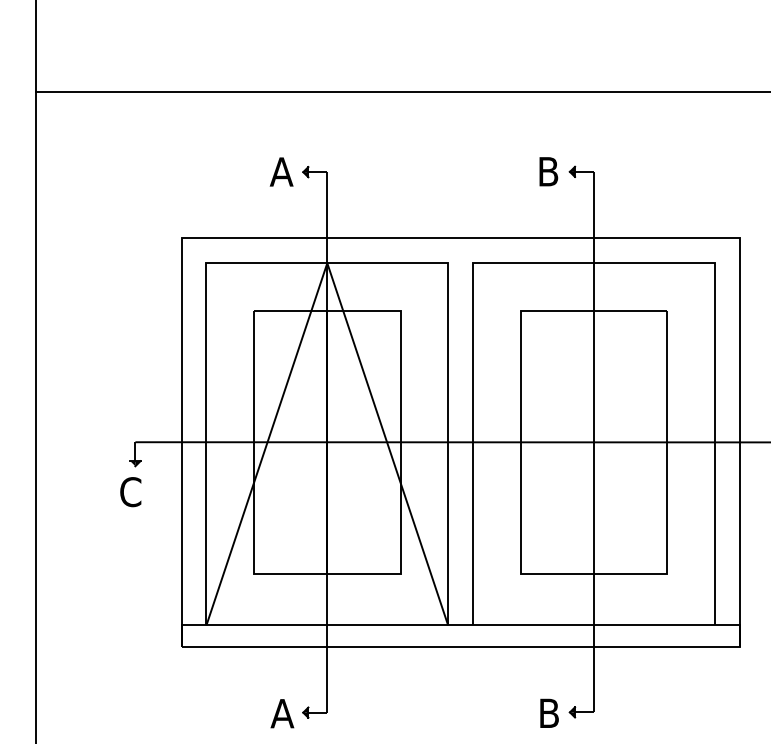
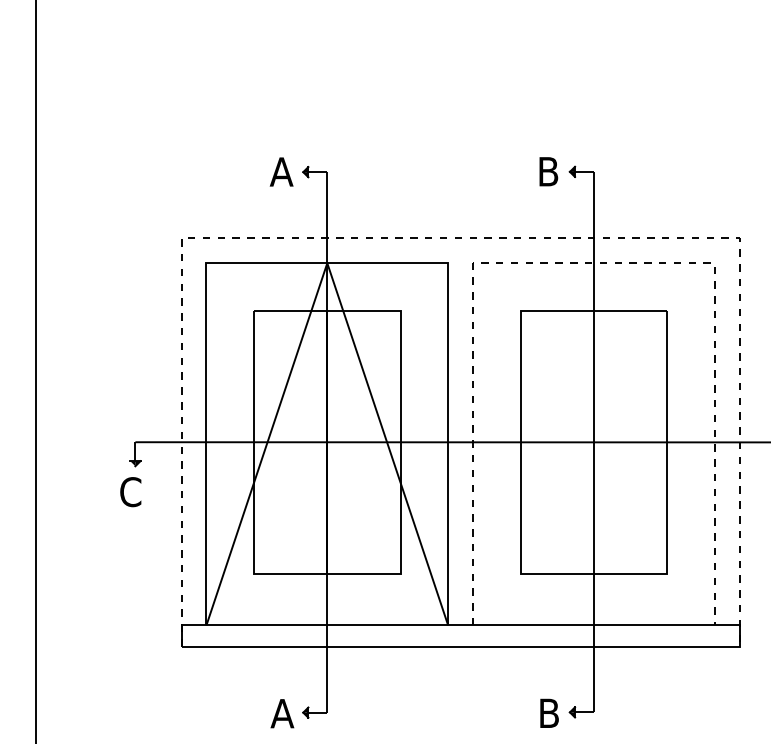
line at (401, 92): present -> none
line at (461, 238): solid -> dashed
line at (593, 263): solid -> dashed
